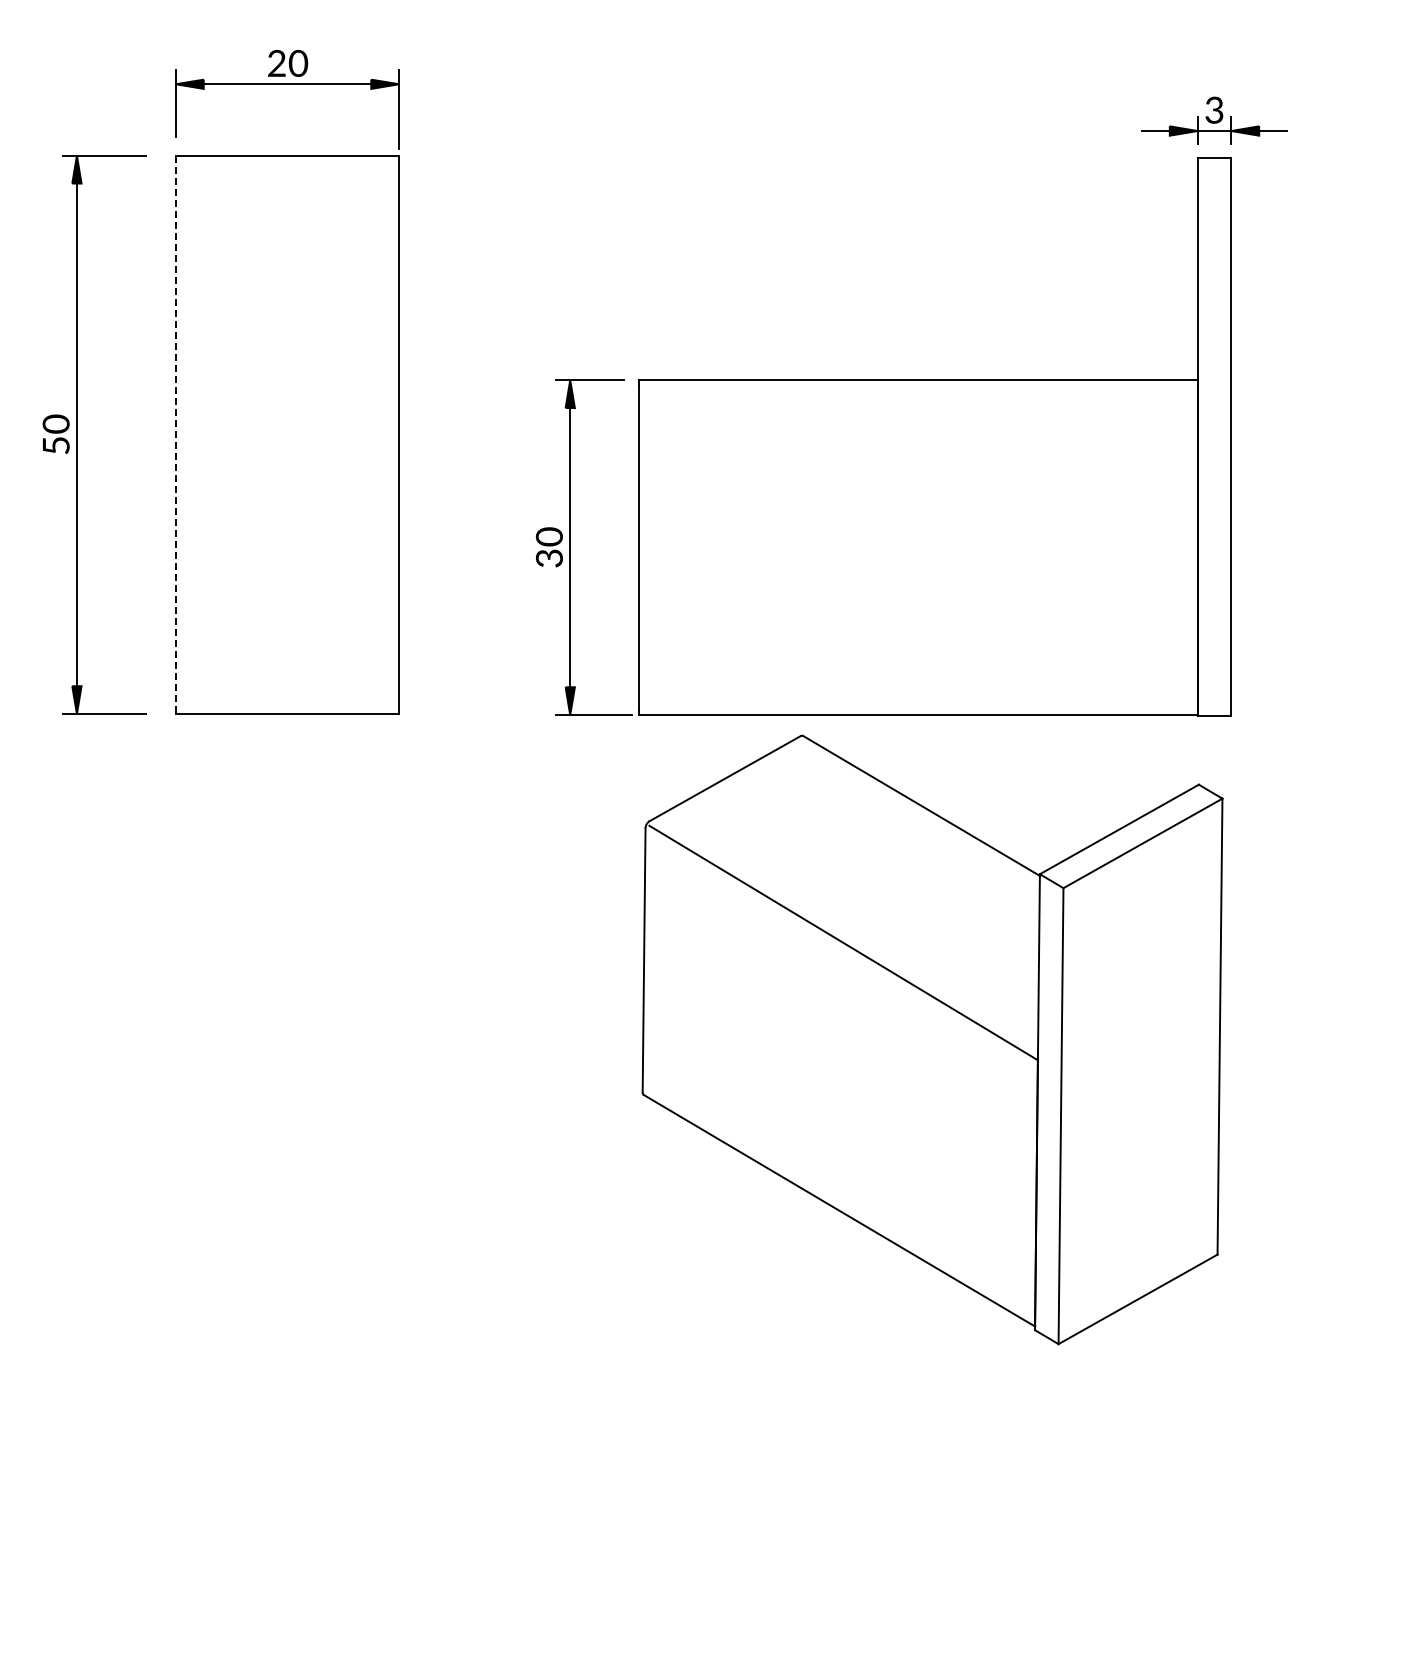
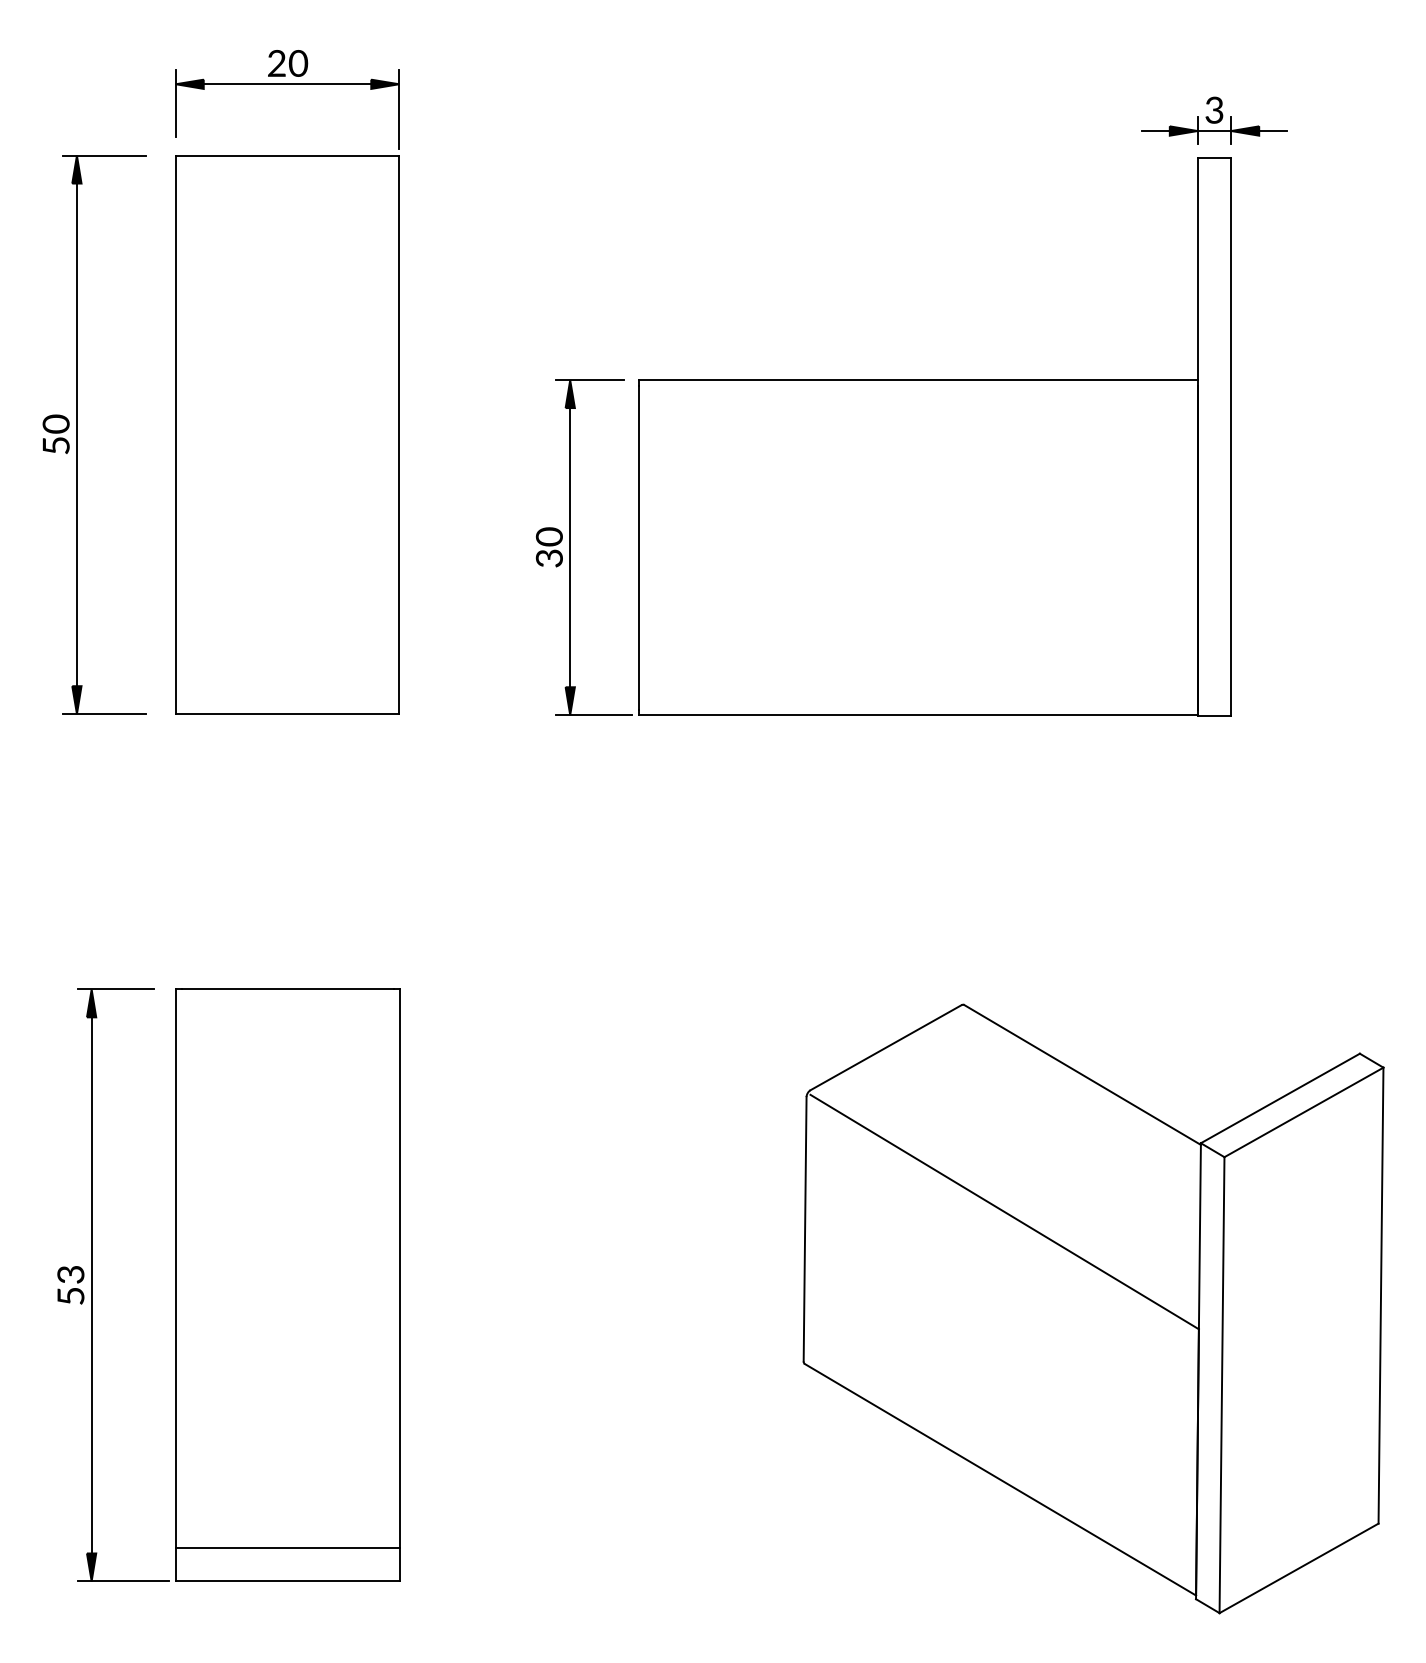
line at (175, 435): dashed -> solid
part at (932, 1039) position: (932, 1039) -> (1093, 1308)
part at (228, 1284): none -> present
